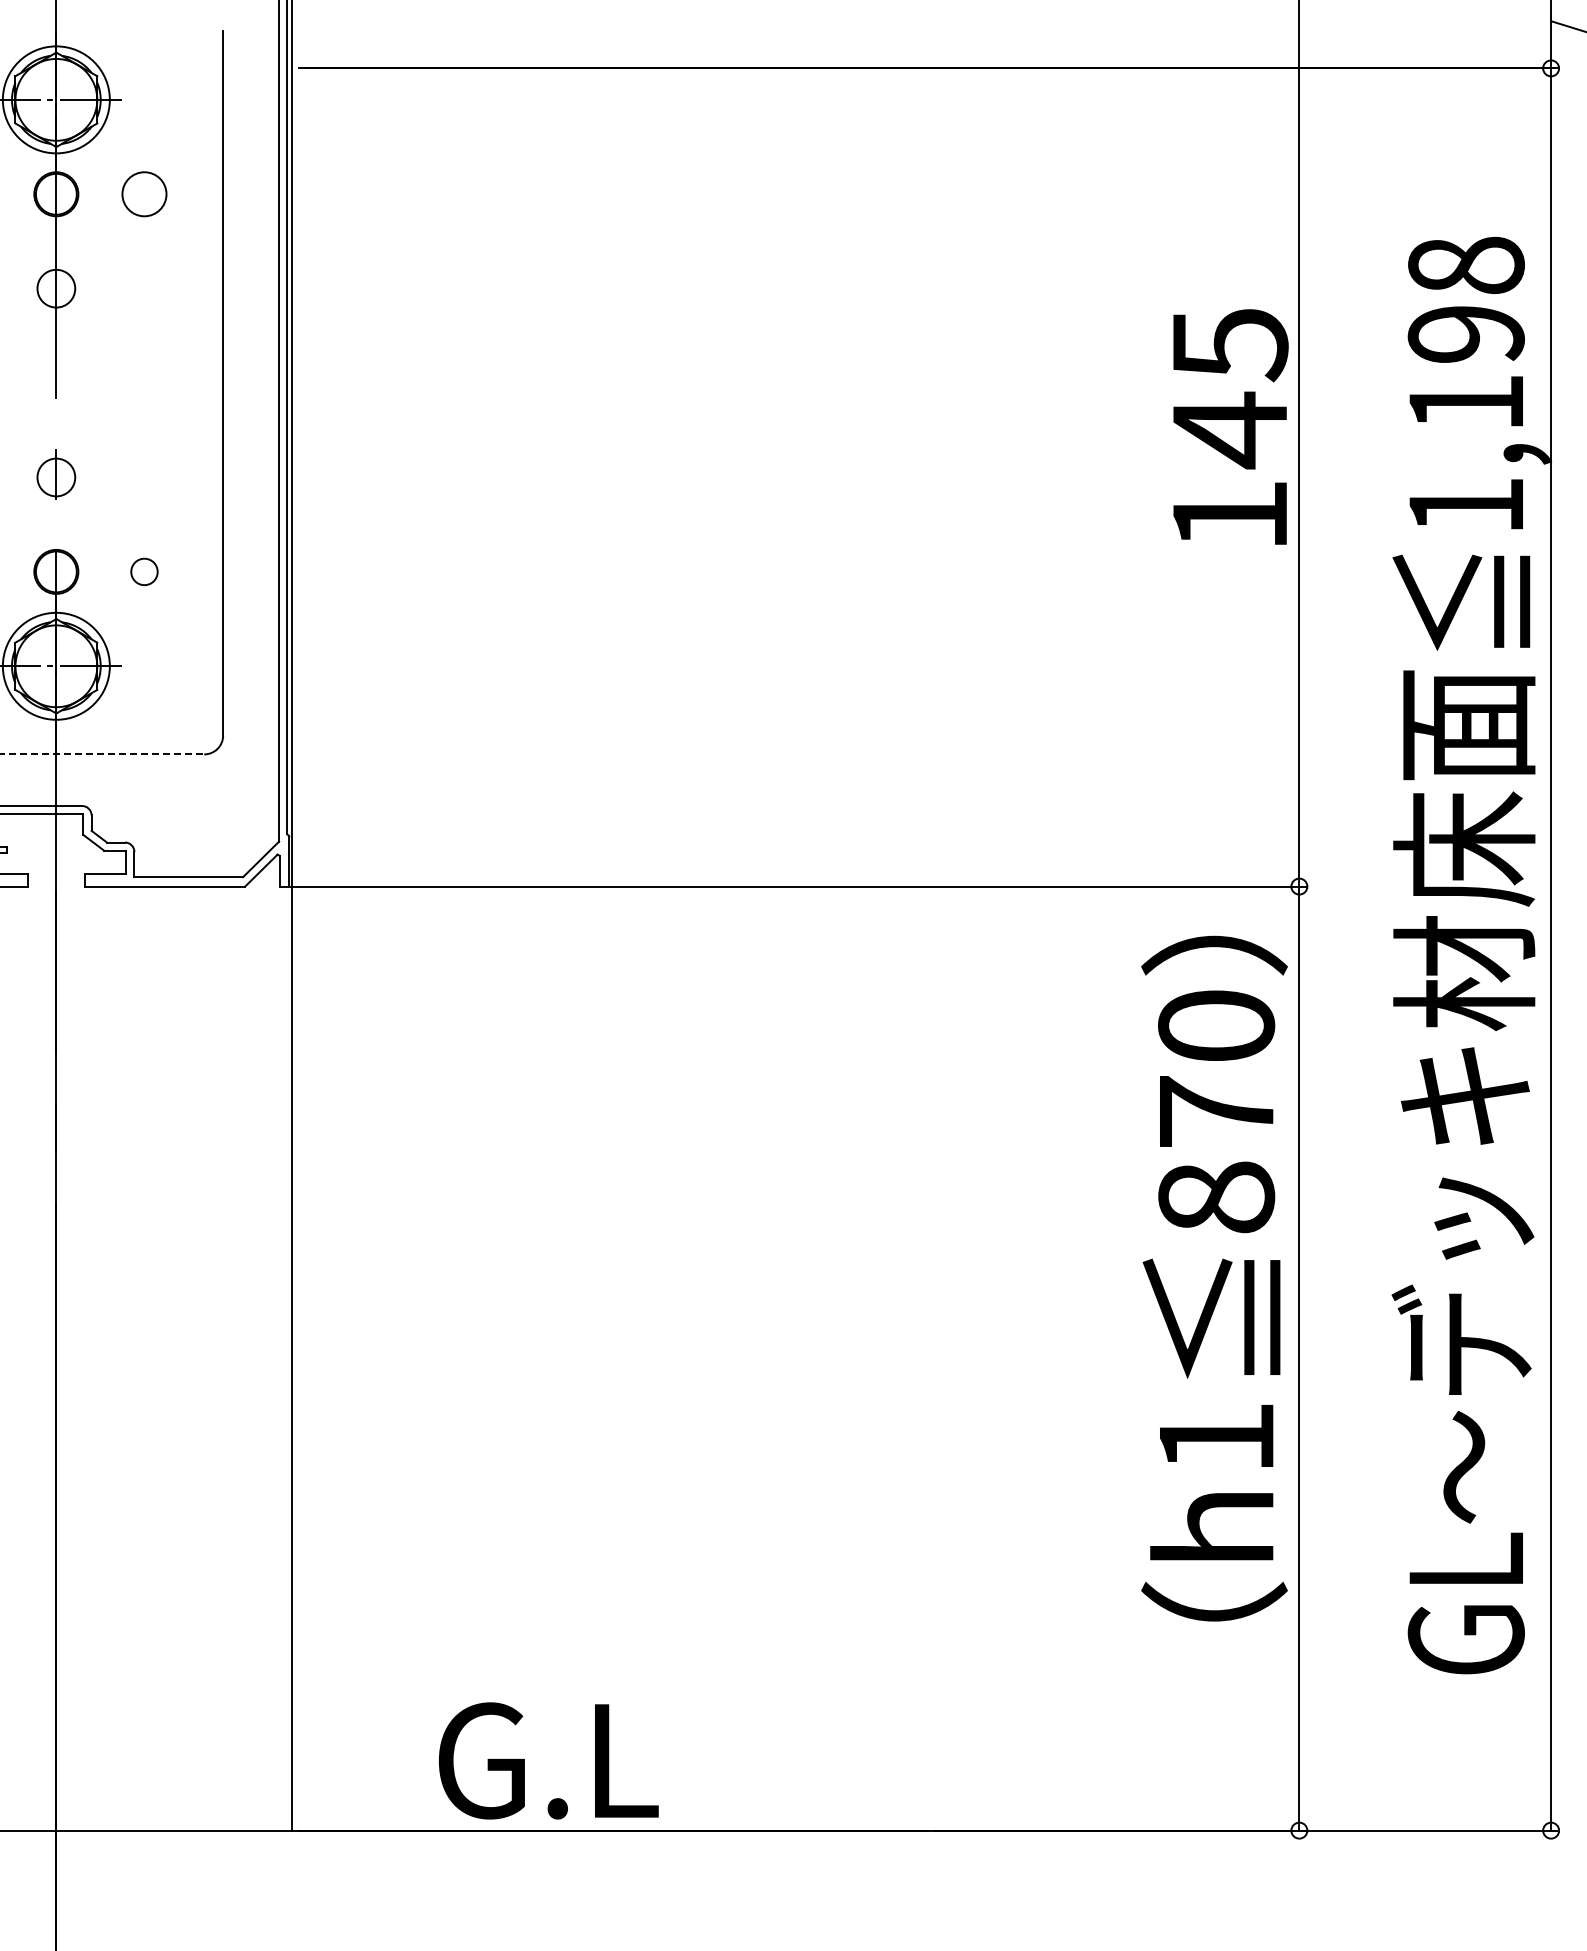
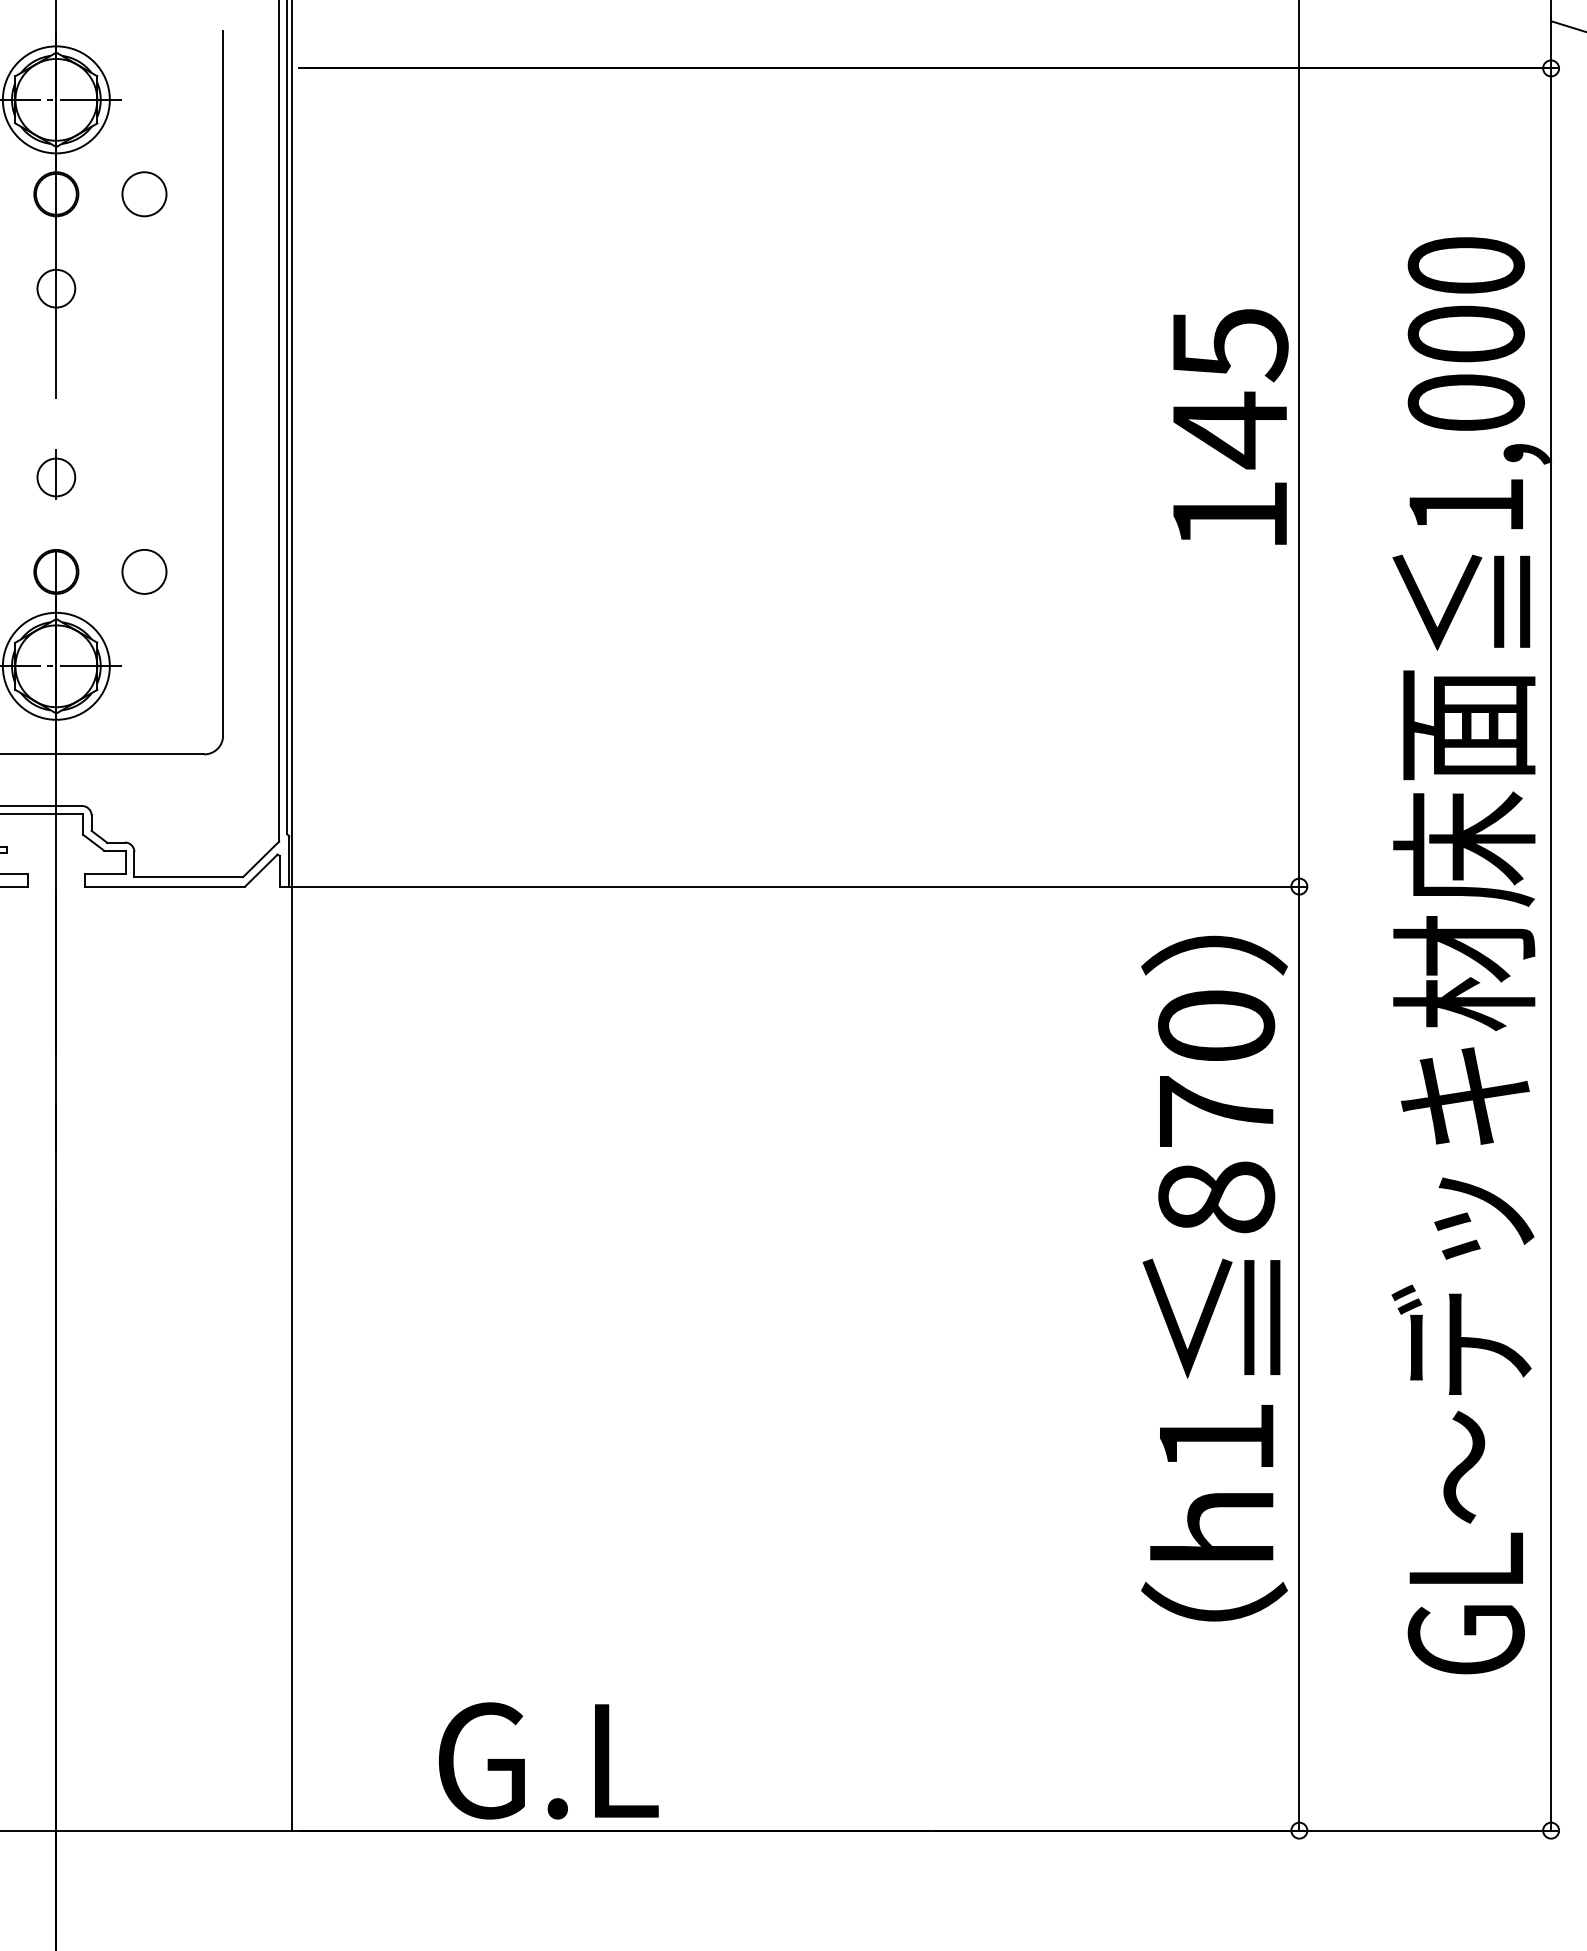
text at (1465, 333): 1,198 -> 1,000
circle at (144, 571) size: 29x29 px -> 47x46 px
line at (102, 754): dashed -> solid
